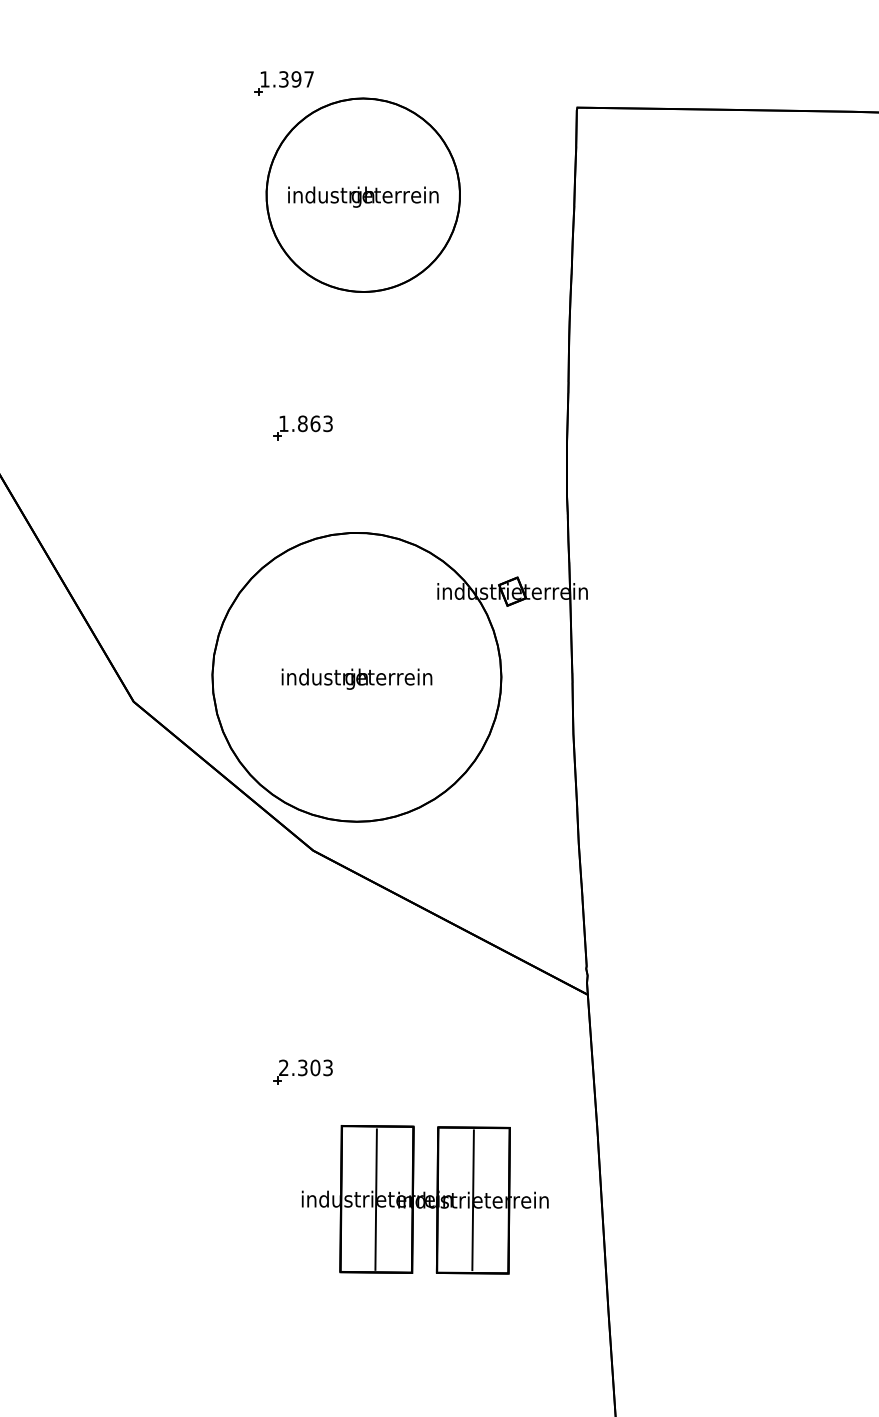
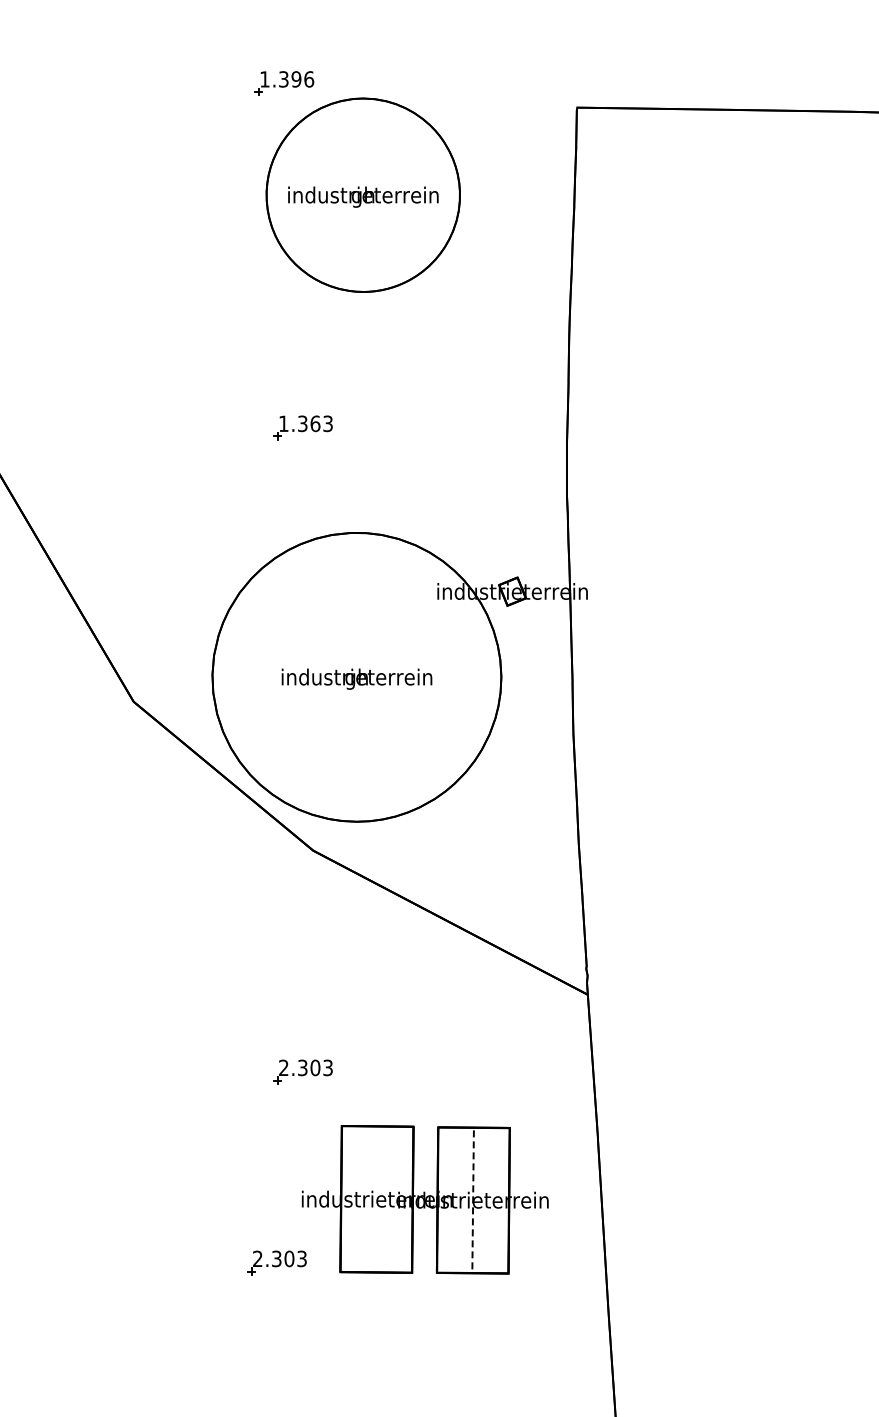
text at (309, 79): 1.397 -> 1.396
text at (302, 423): 1.863 -> 1.363
line at (375, 1199): present -> none
line at (473, 1200): solid -> dashed
part at (276, 1262): none -> present
